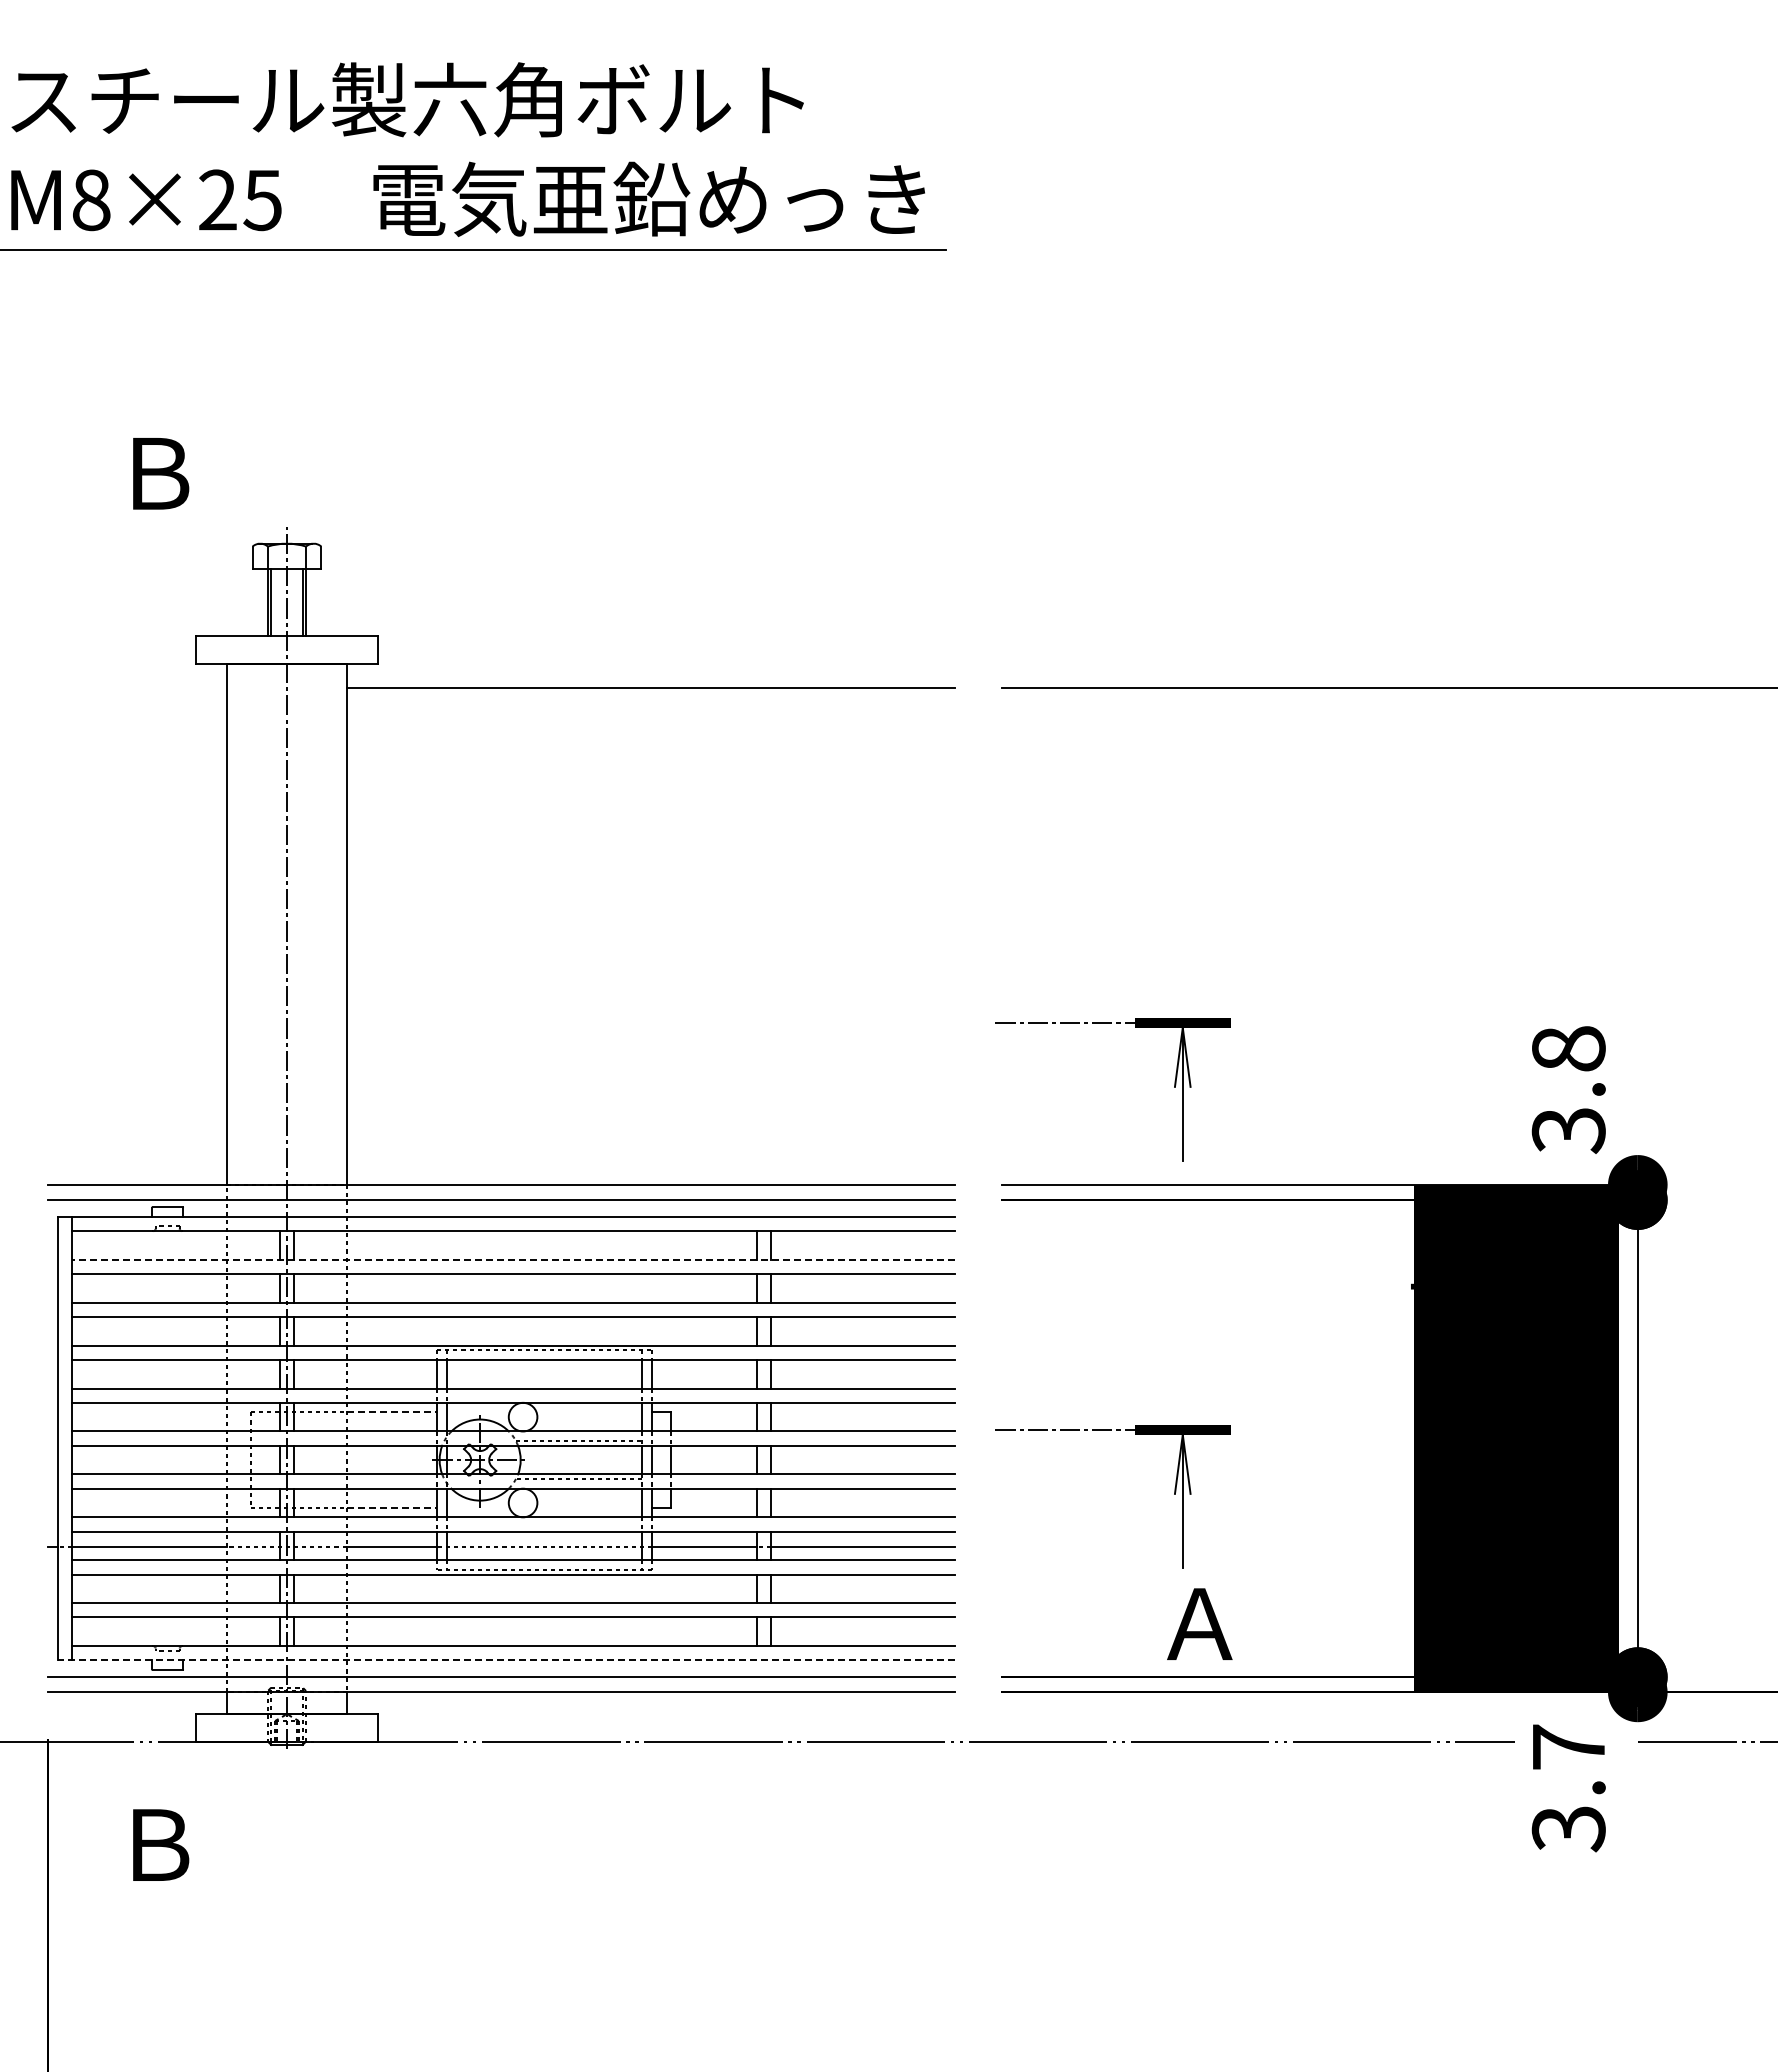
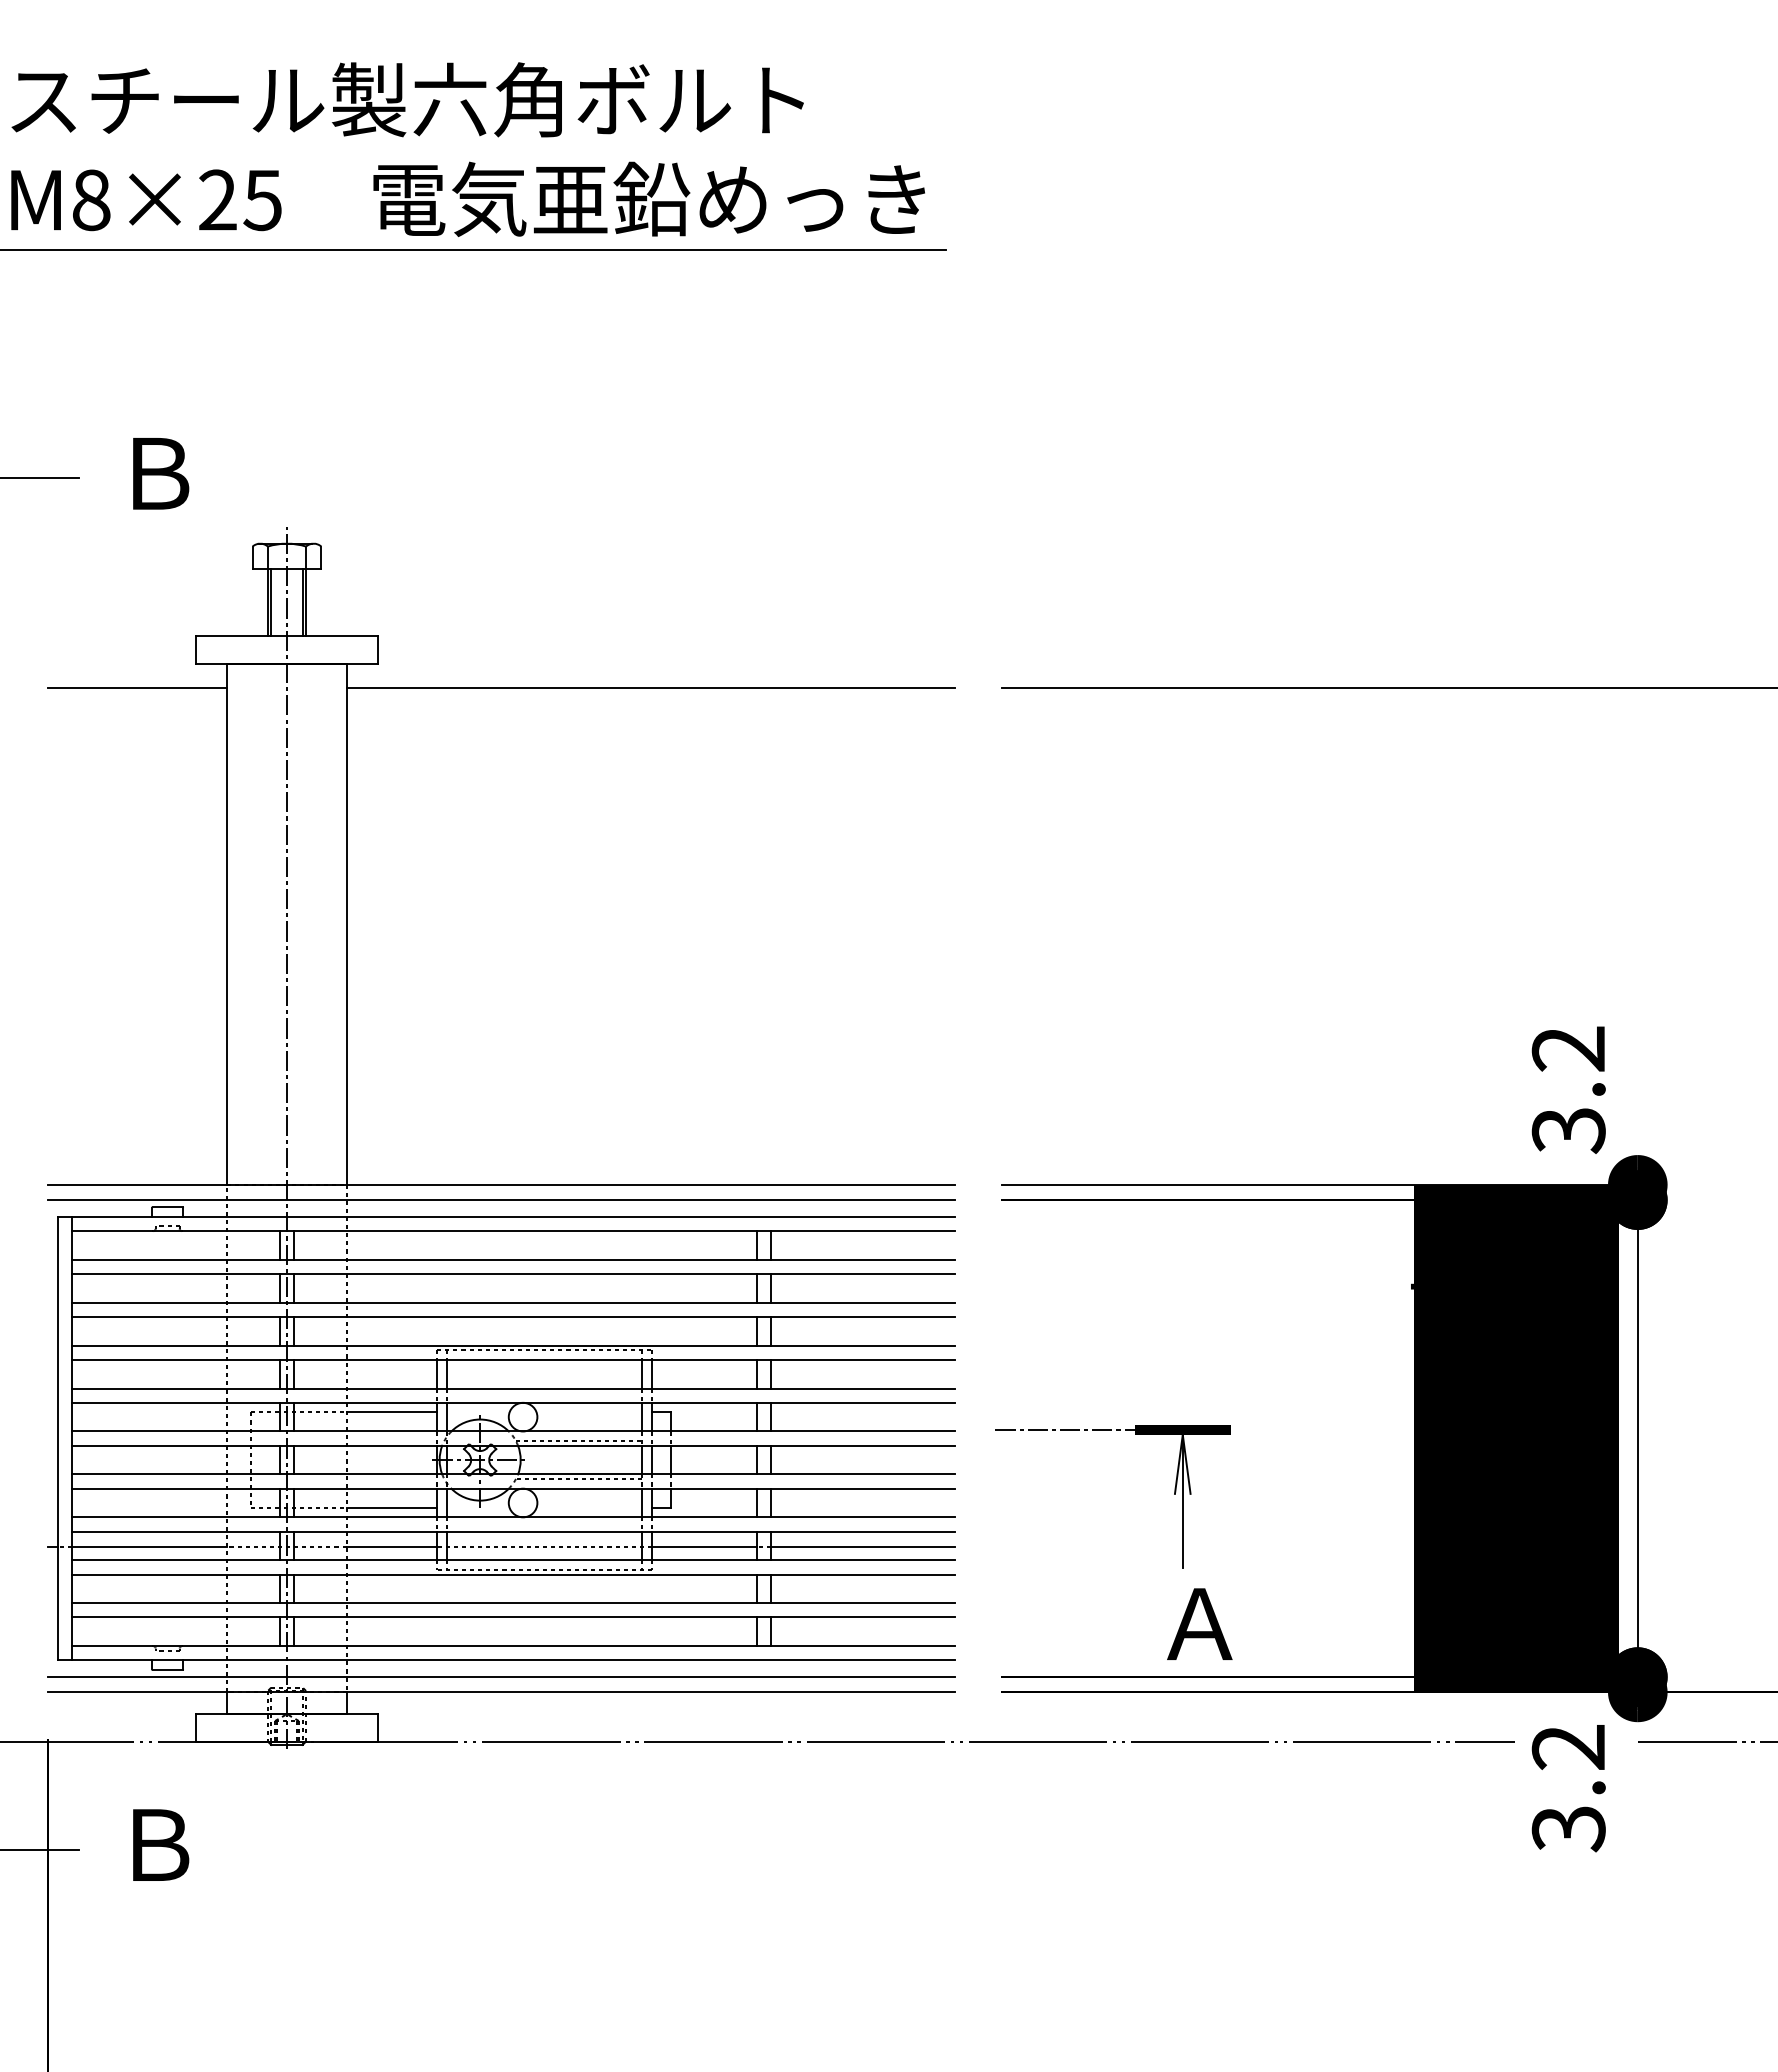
line at (40, 478): none -> present
line at (137, 688): none -> present
text at (1568, 1048): 3.8 -> 3.2
part at (1174, 1087): present -> none
line at (513, 1259): dashed -> solid
line at (392, 1412): dashed -> solid
line at (392, 1507): dashed -> solid
line at (505, 1660): dashed -> solid
text at (1567, 1747): 3.7 -> 3.2
line at (40, 1849): none -> present
